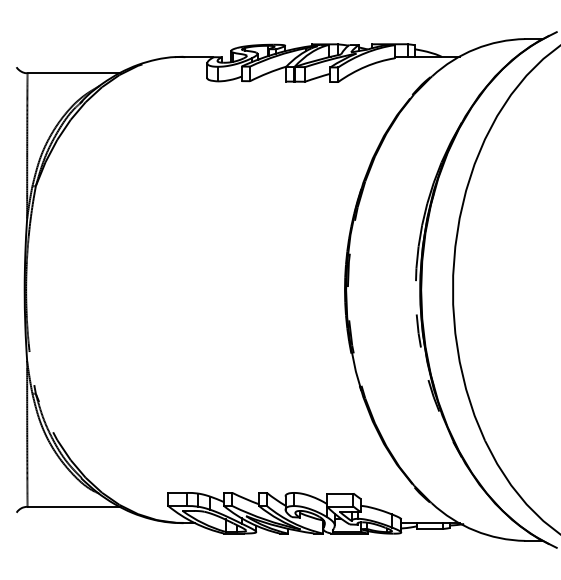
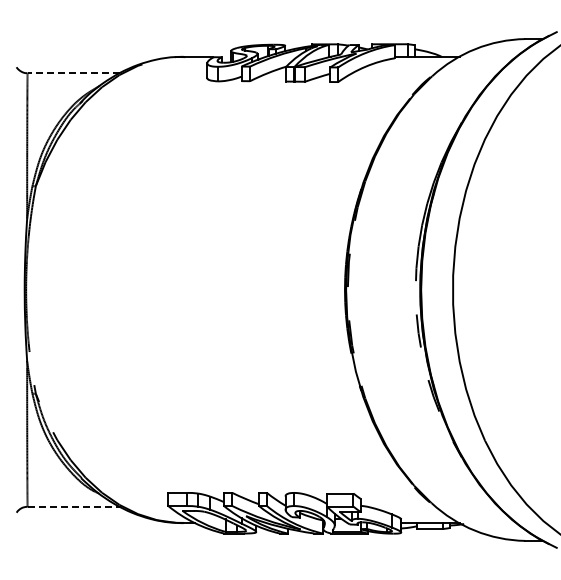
line at (73, 73): solid -> dashed
line at (74, 506): solid -> dashed
